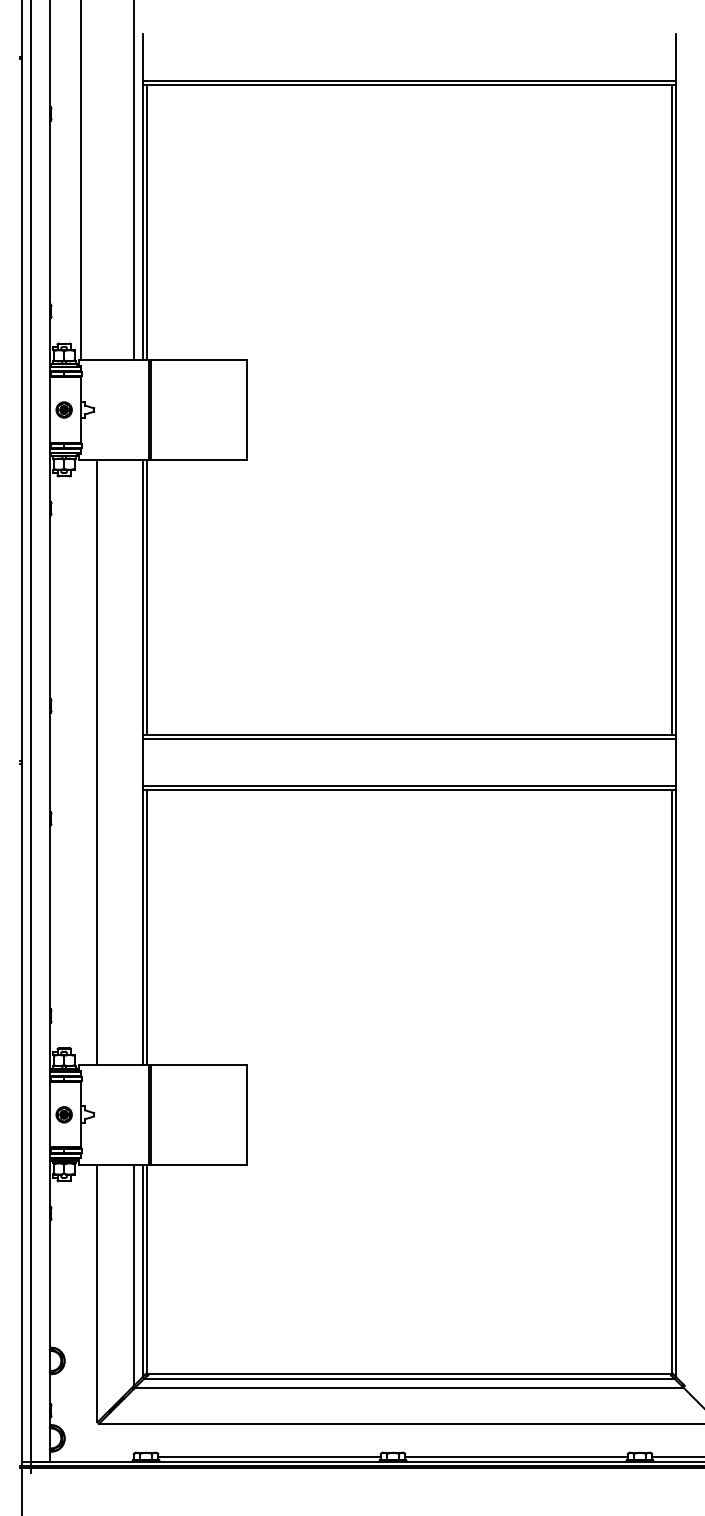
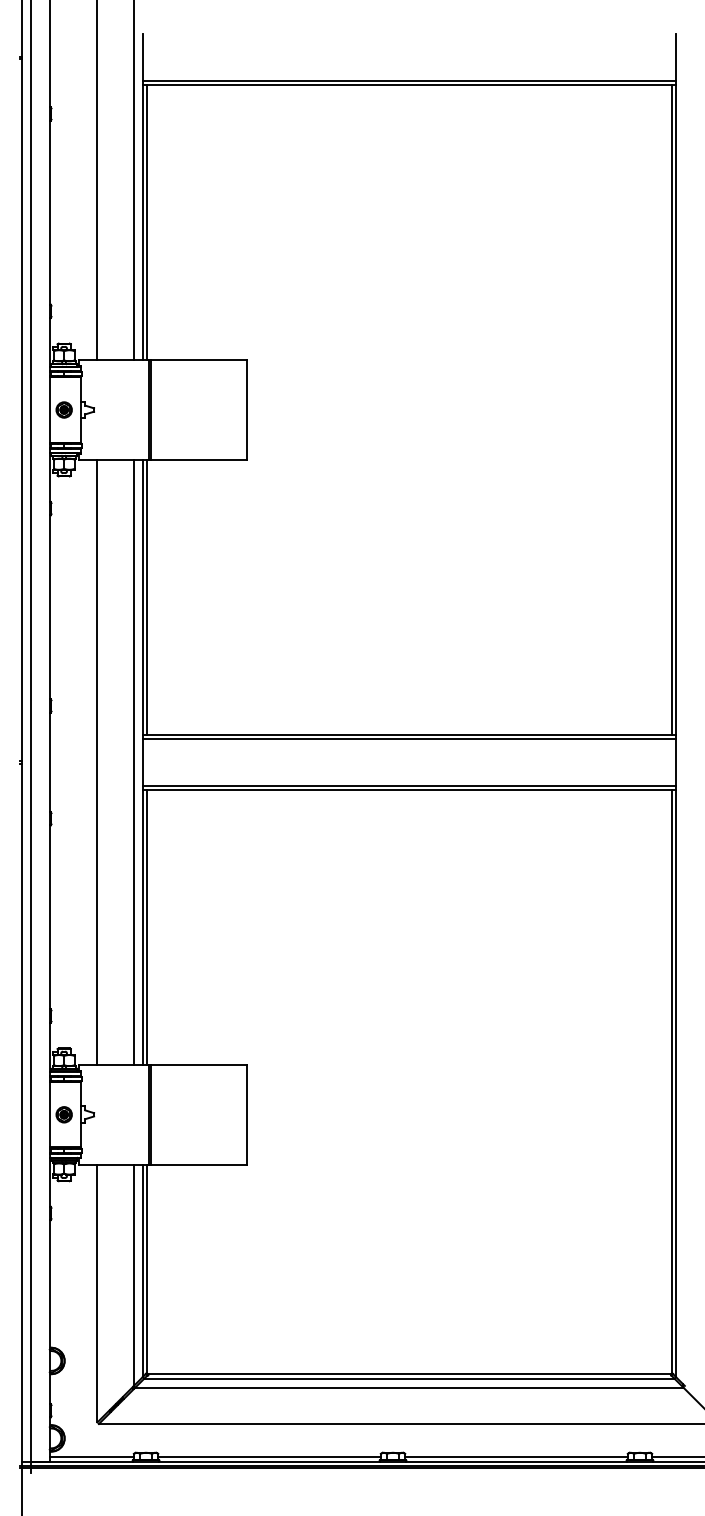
line at (81, 181) position: (81, 181) -> (97, 181)
line at (133, 762): none -> present
line at (91, 1457): none -> present
